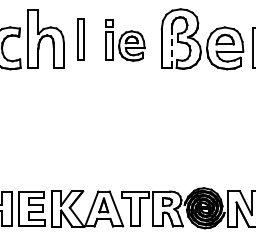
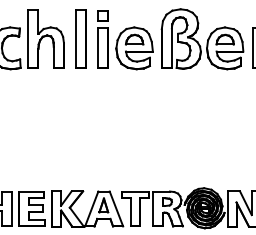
part at (80, 39) size: 8x43 px -> 12x60 px
part at (125, 40) size: 41x43 px -> 57x61 px
line at (171, 48): dashed -> solid
